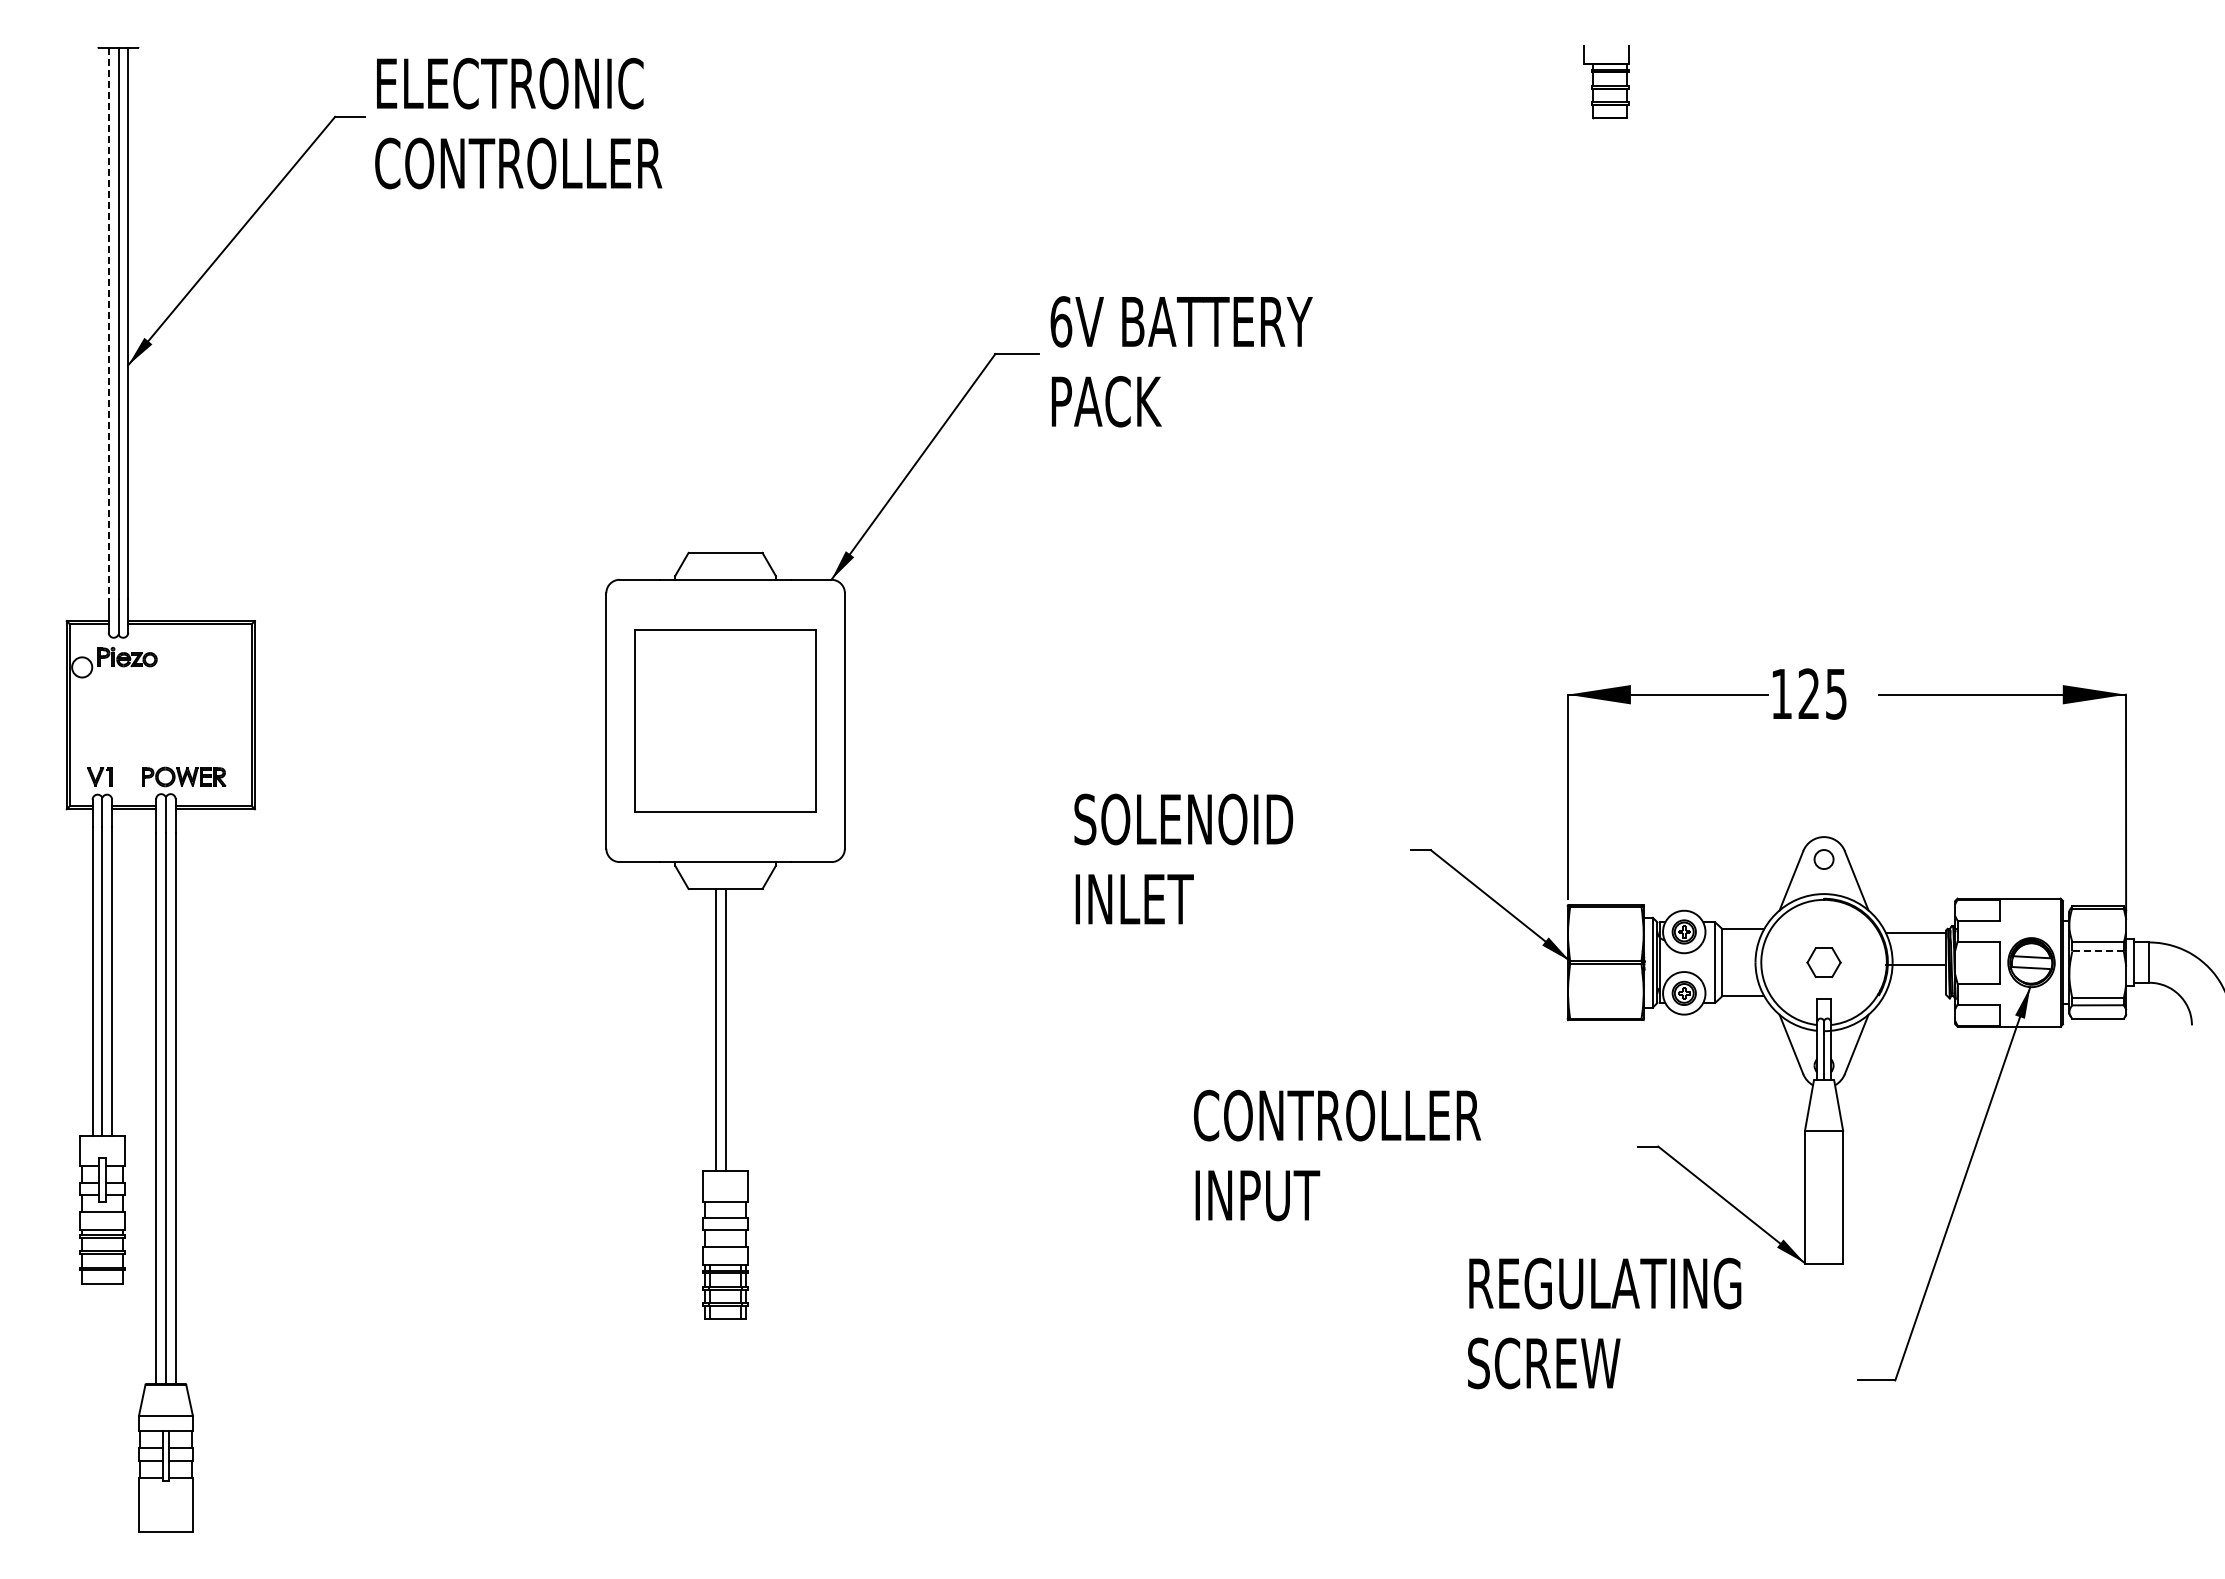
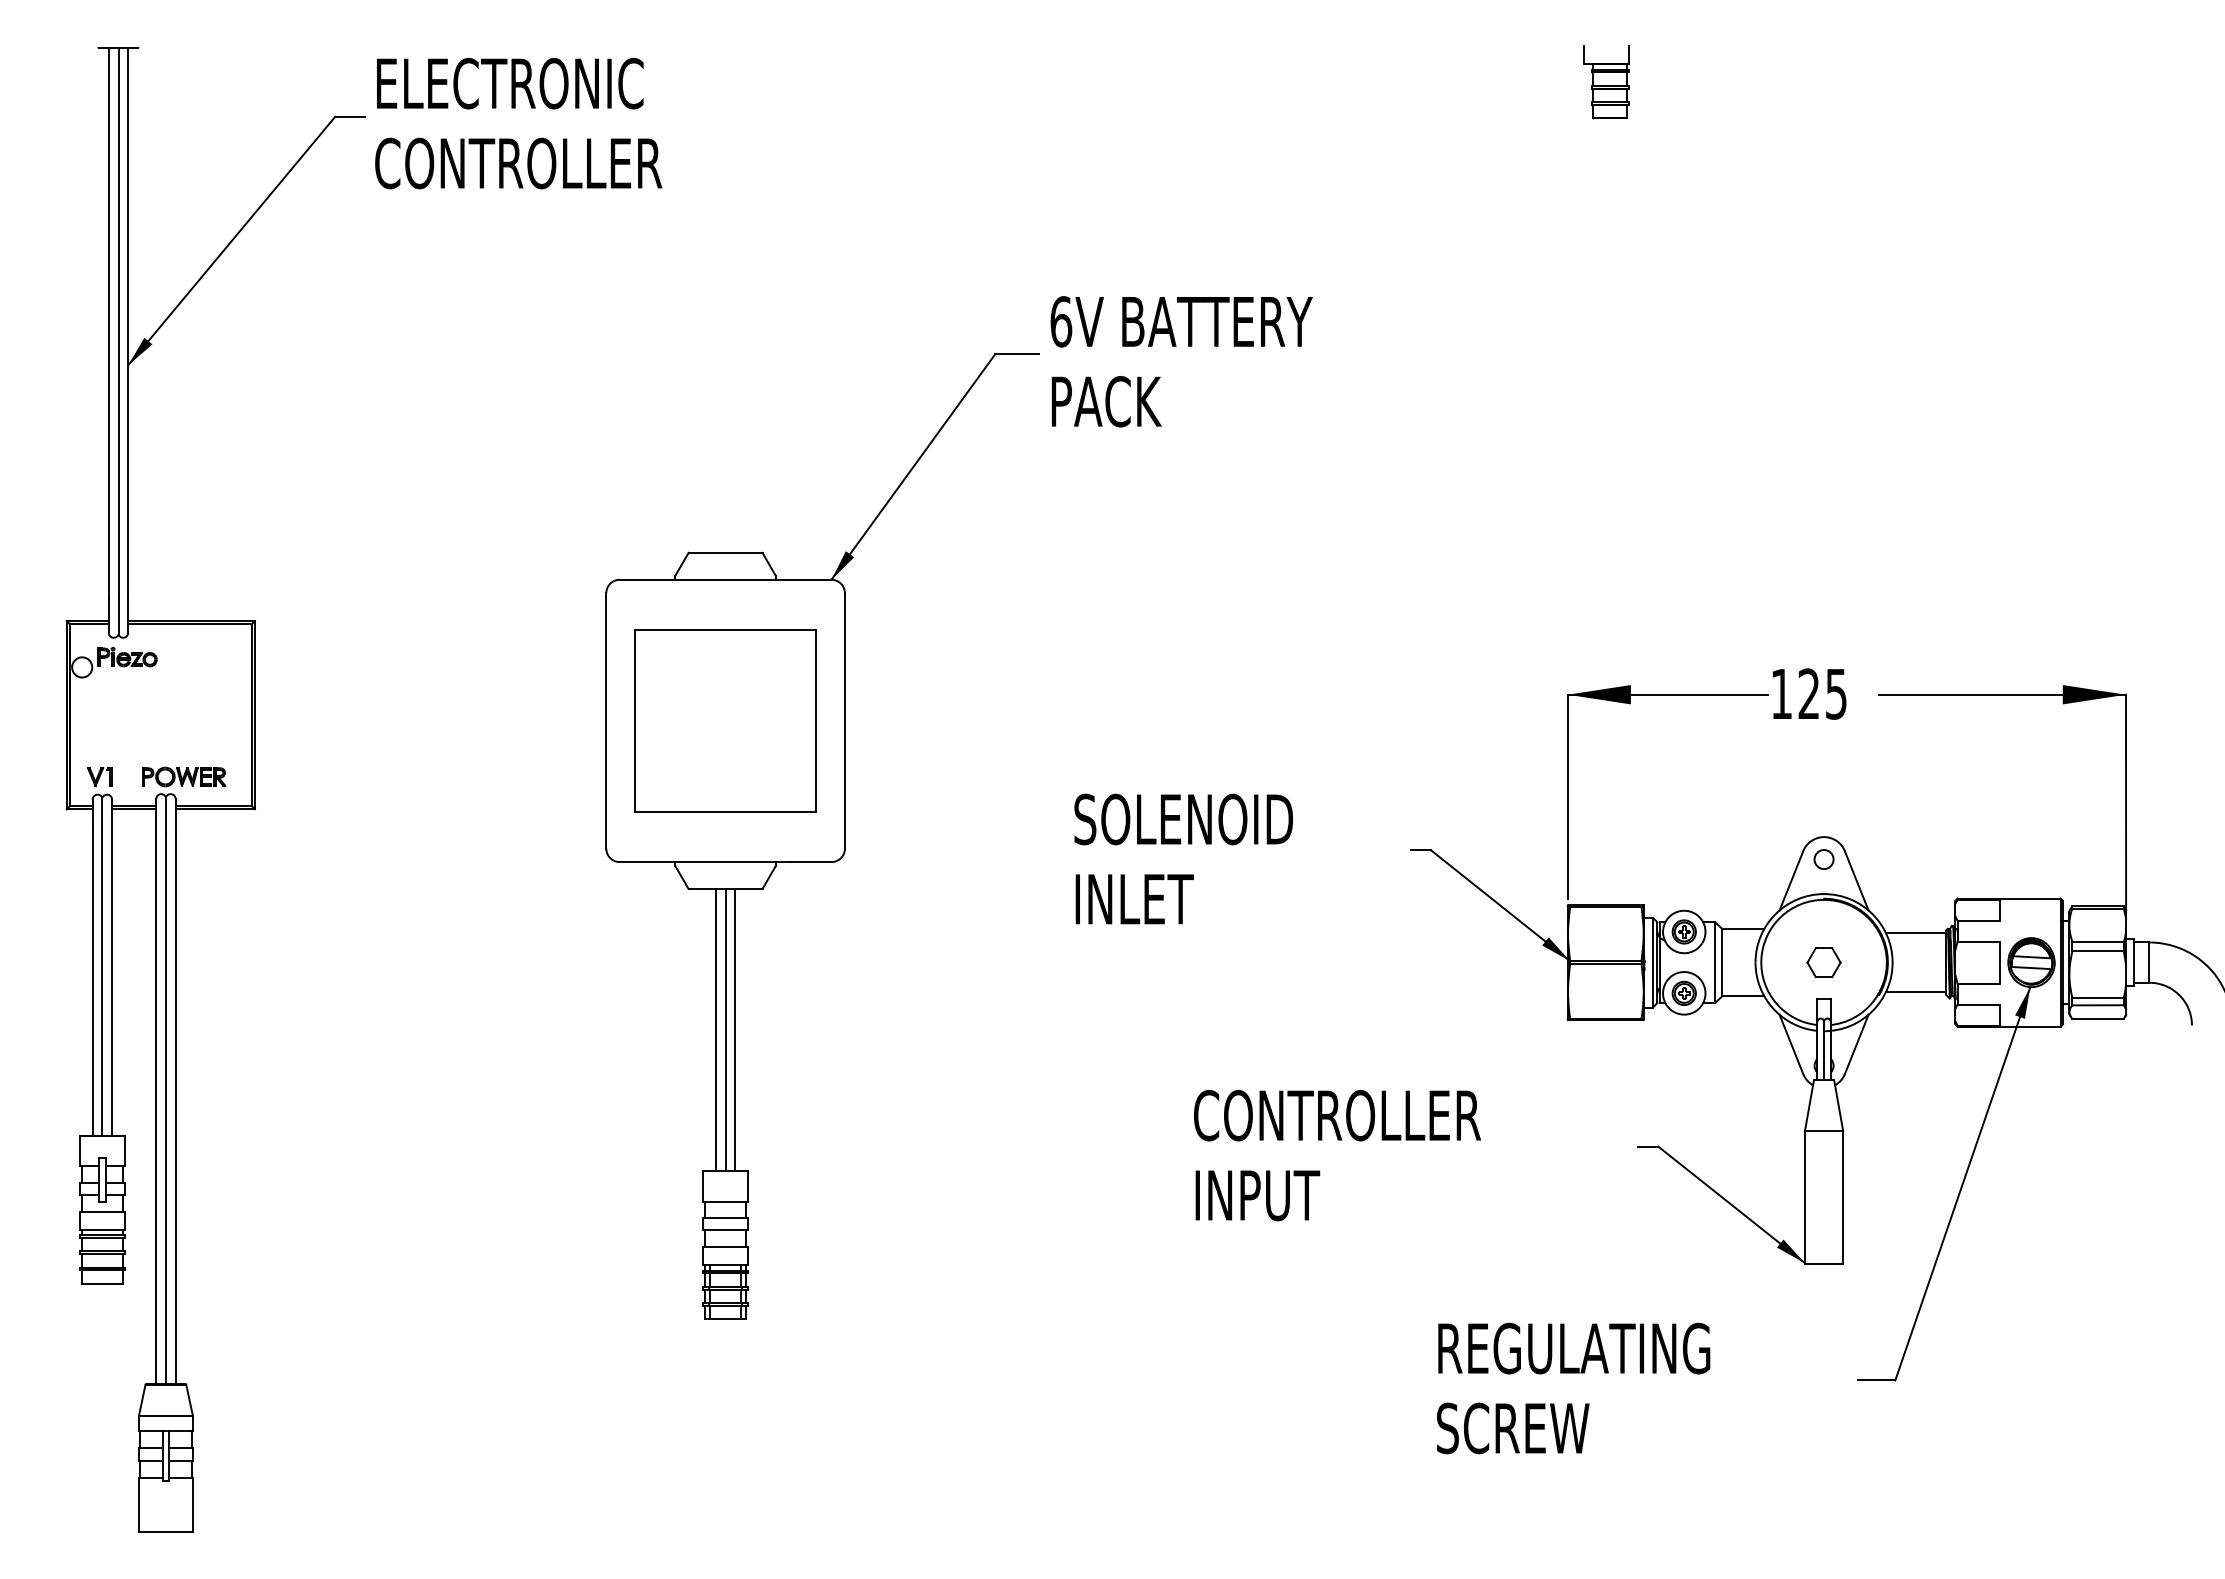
line at (108, 323): dashed -> solid
line at (2098, 951): dashed -> solid
line at (1916, 964) position: (1916, 964) -> (1916, 991)
line at (735, 1029): none -> present
text at (1604, 1323) position: (1604, 1323) -> (1573, 1388)
